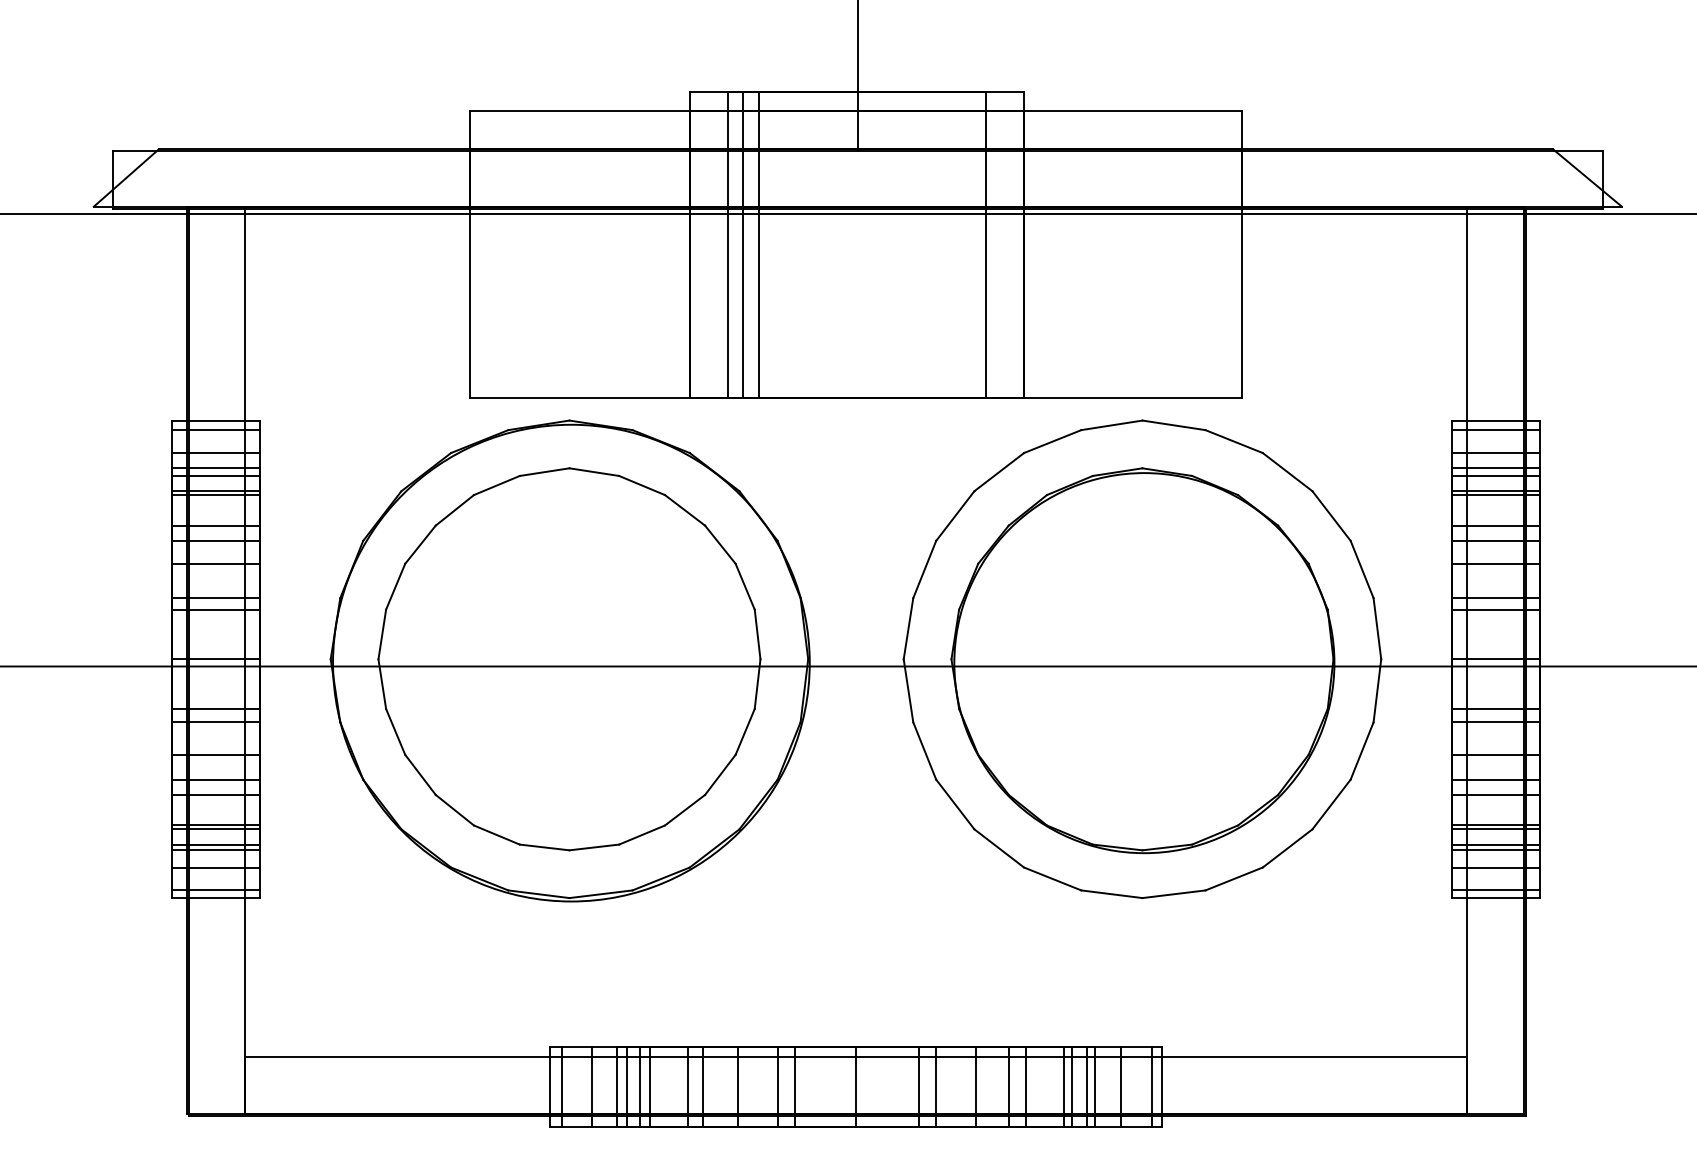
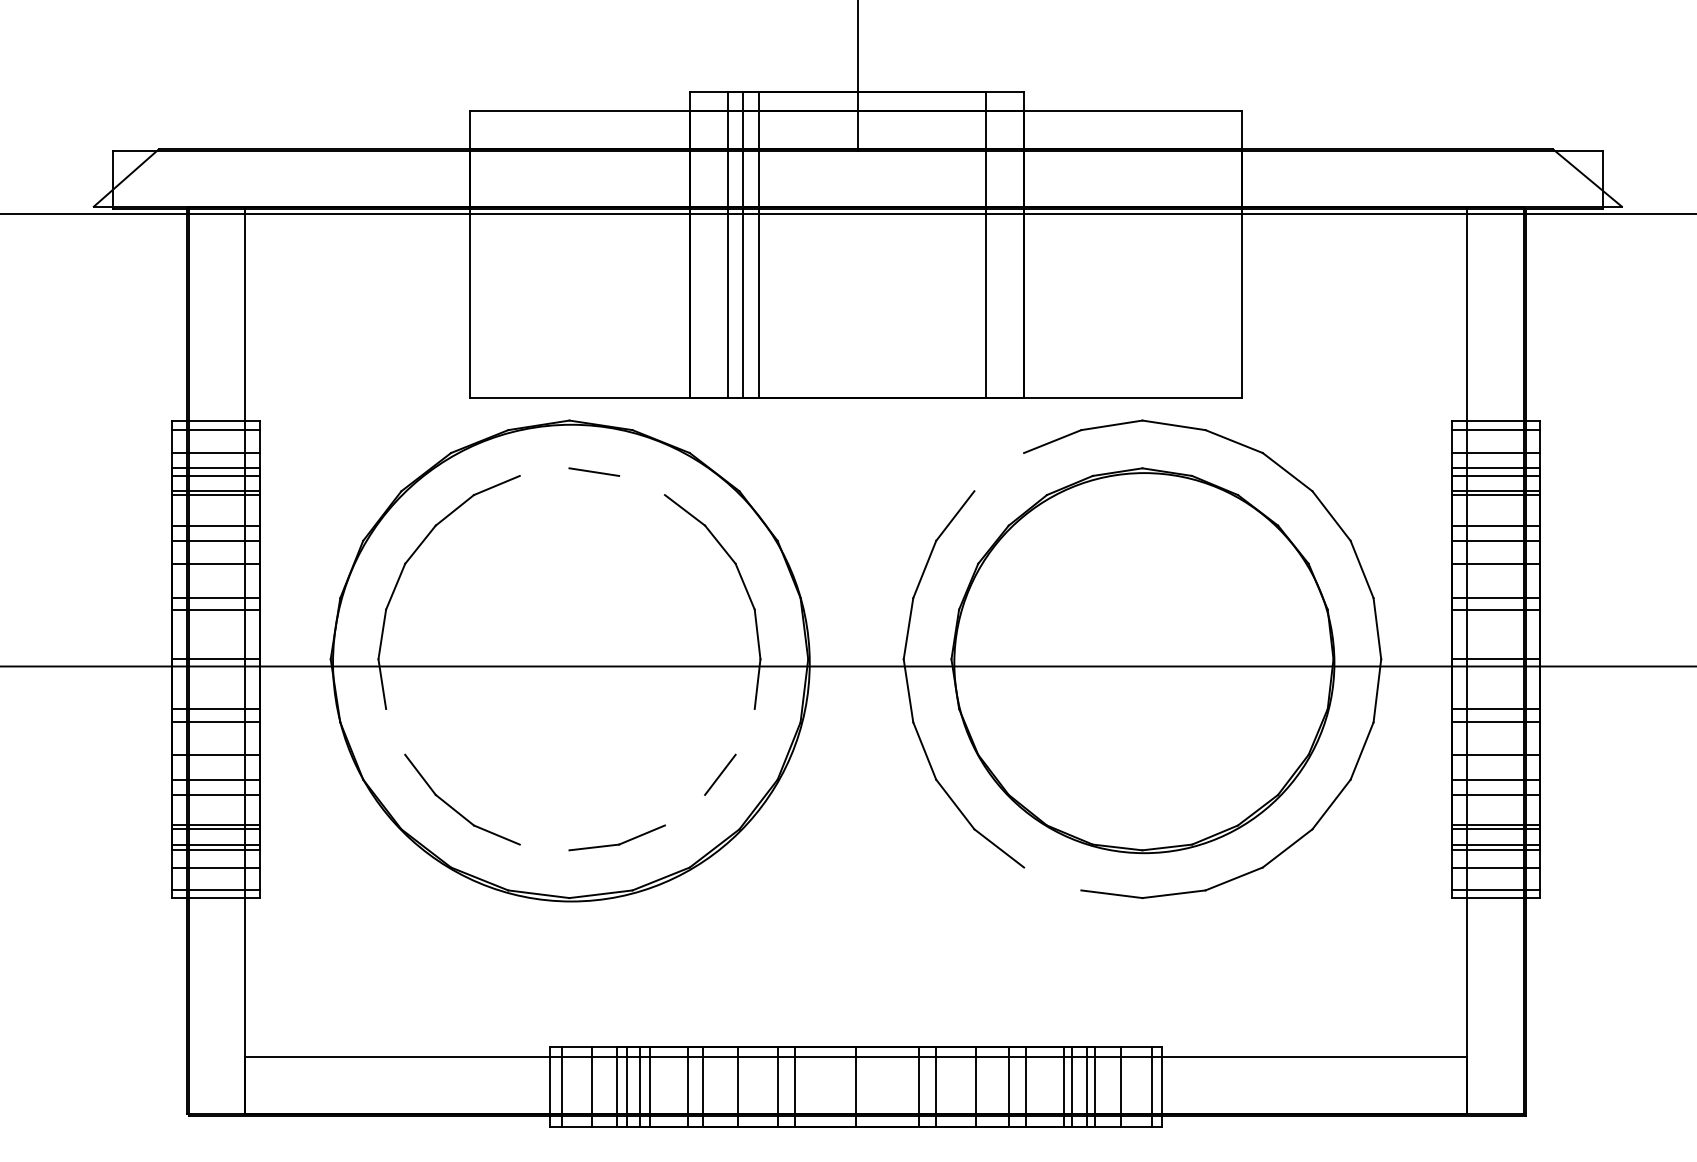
line at (544, 471): present -> none
line at (999, 472): present -> none
line at (641, 485): present -> none
line at (395, 731): present -> none
line at (744, 731): present -> none
line at (684, 809): present -> none
line at (544, 847): present -> none
line at (1052, 878): present -> none
